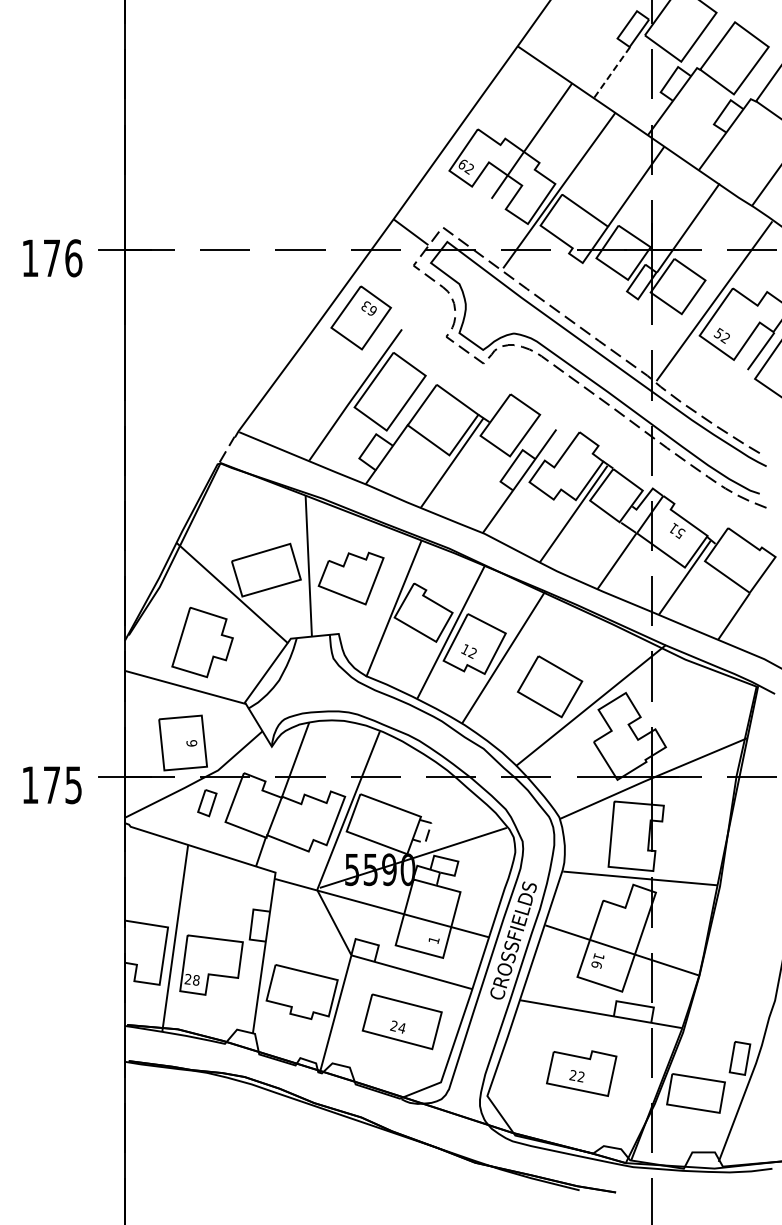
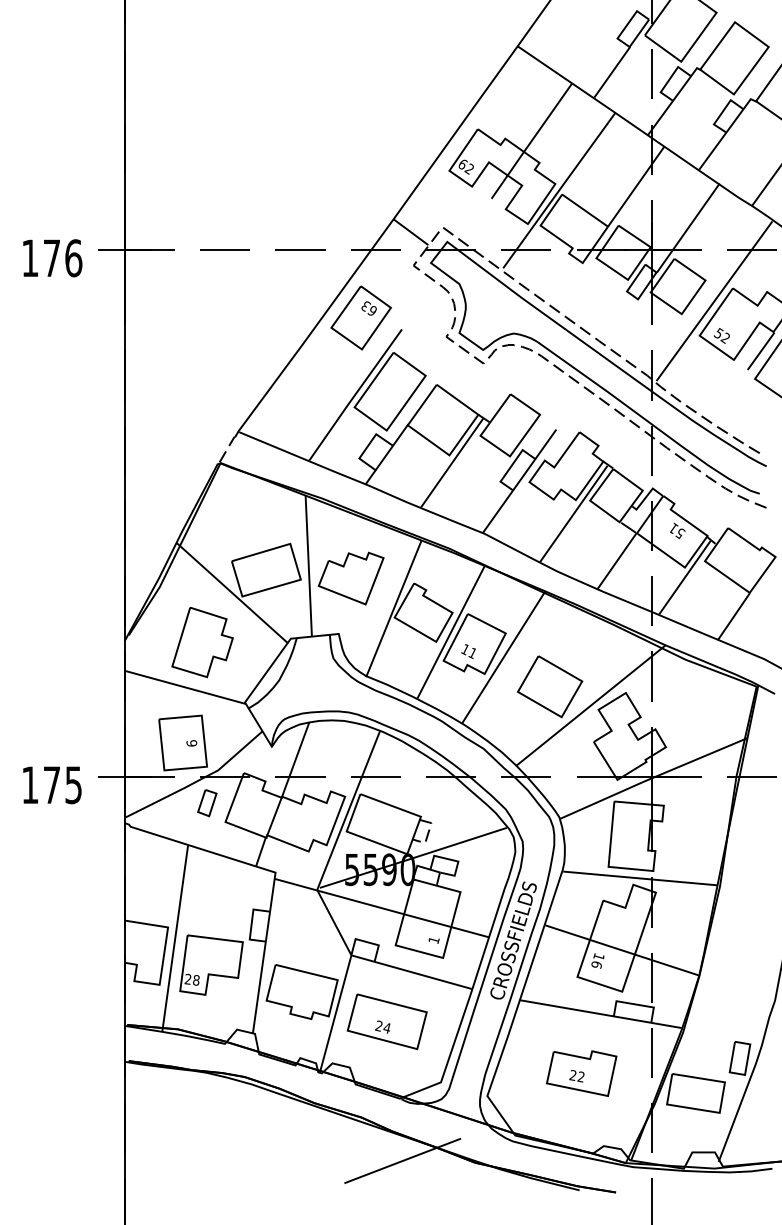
line at (612, 72): dashed -> solid
text at (472, 651): 12 -> 11
part at (401, 1021) position: (401, 1021) -> (386, 1021)
line at (402, 1160): none -> present
